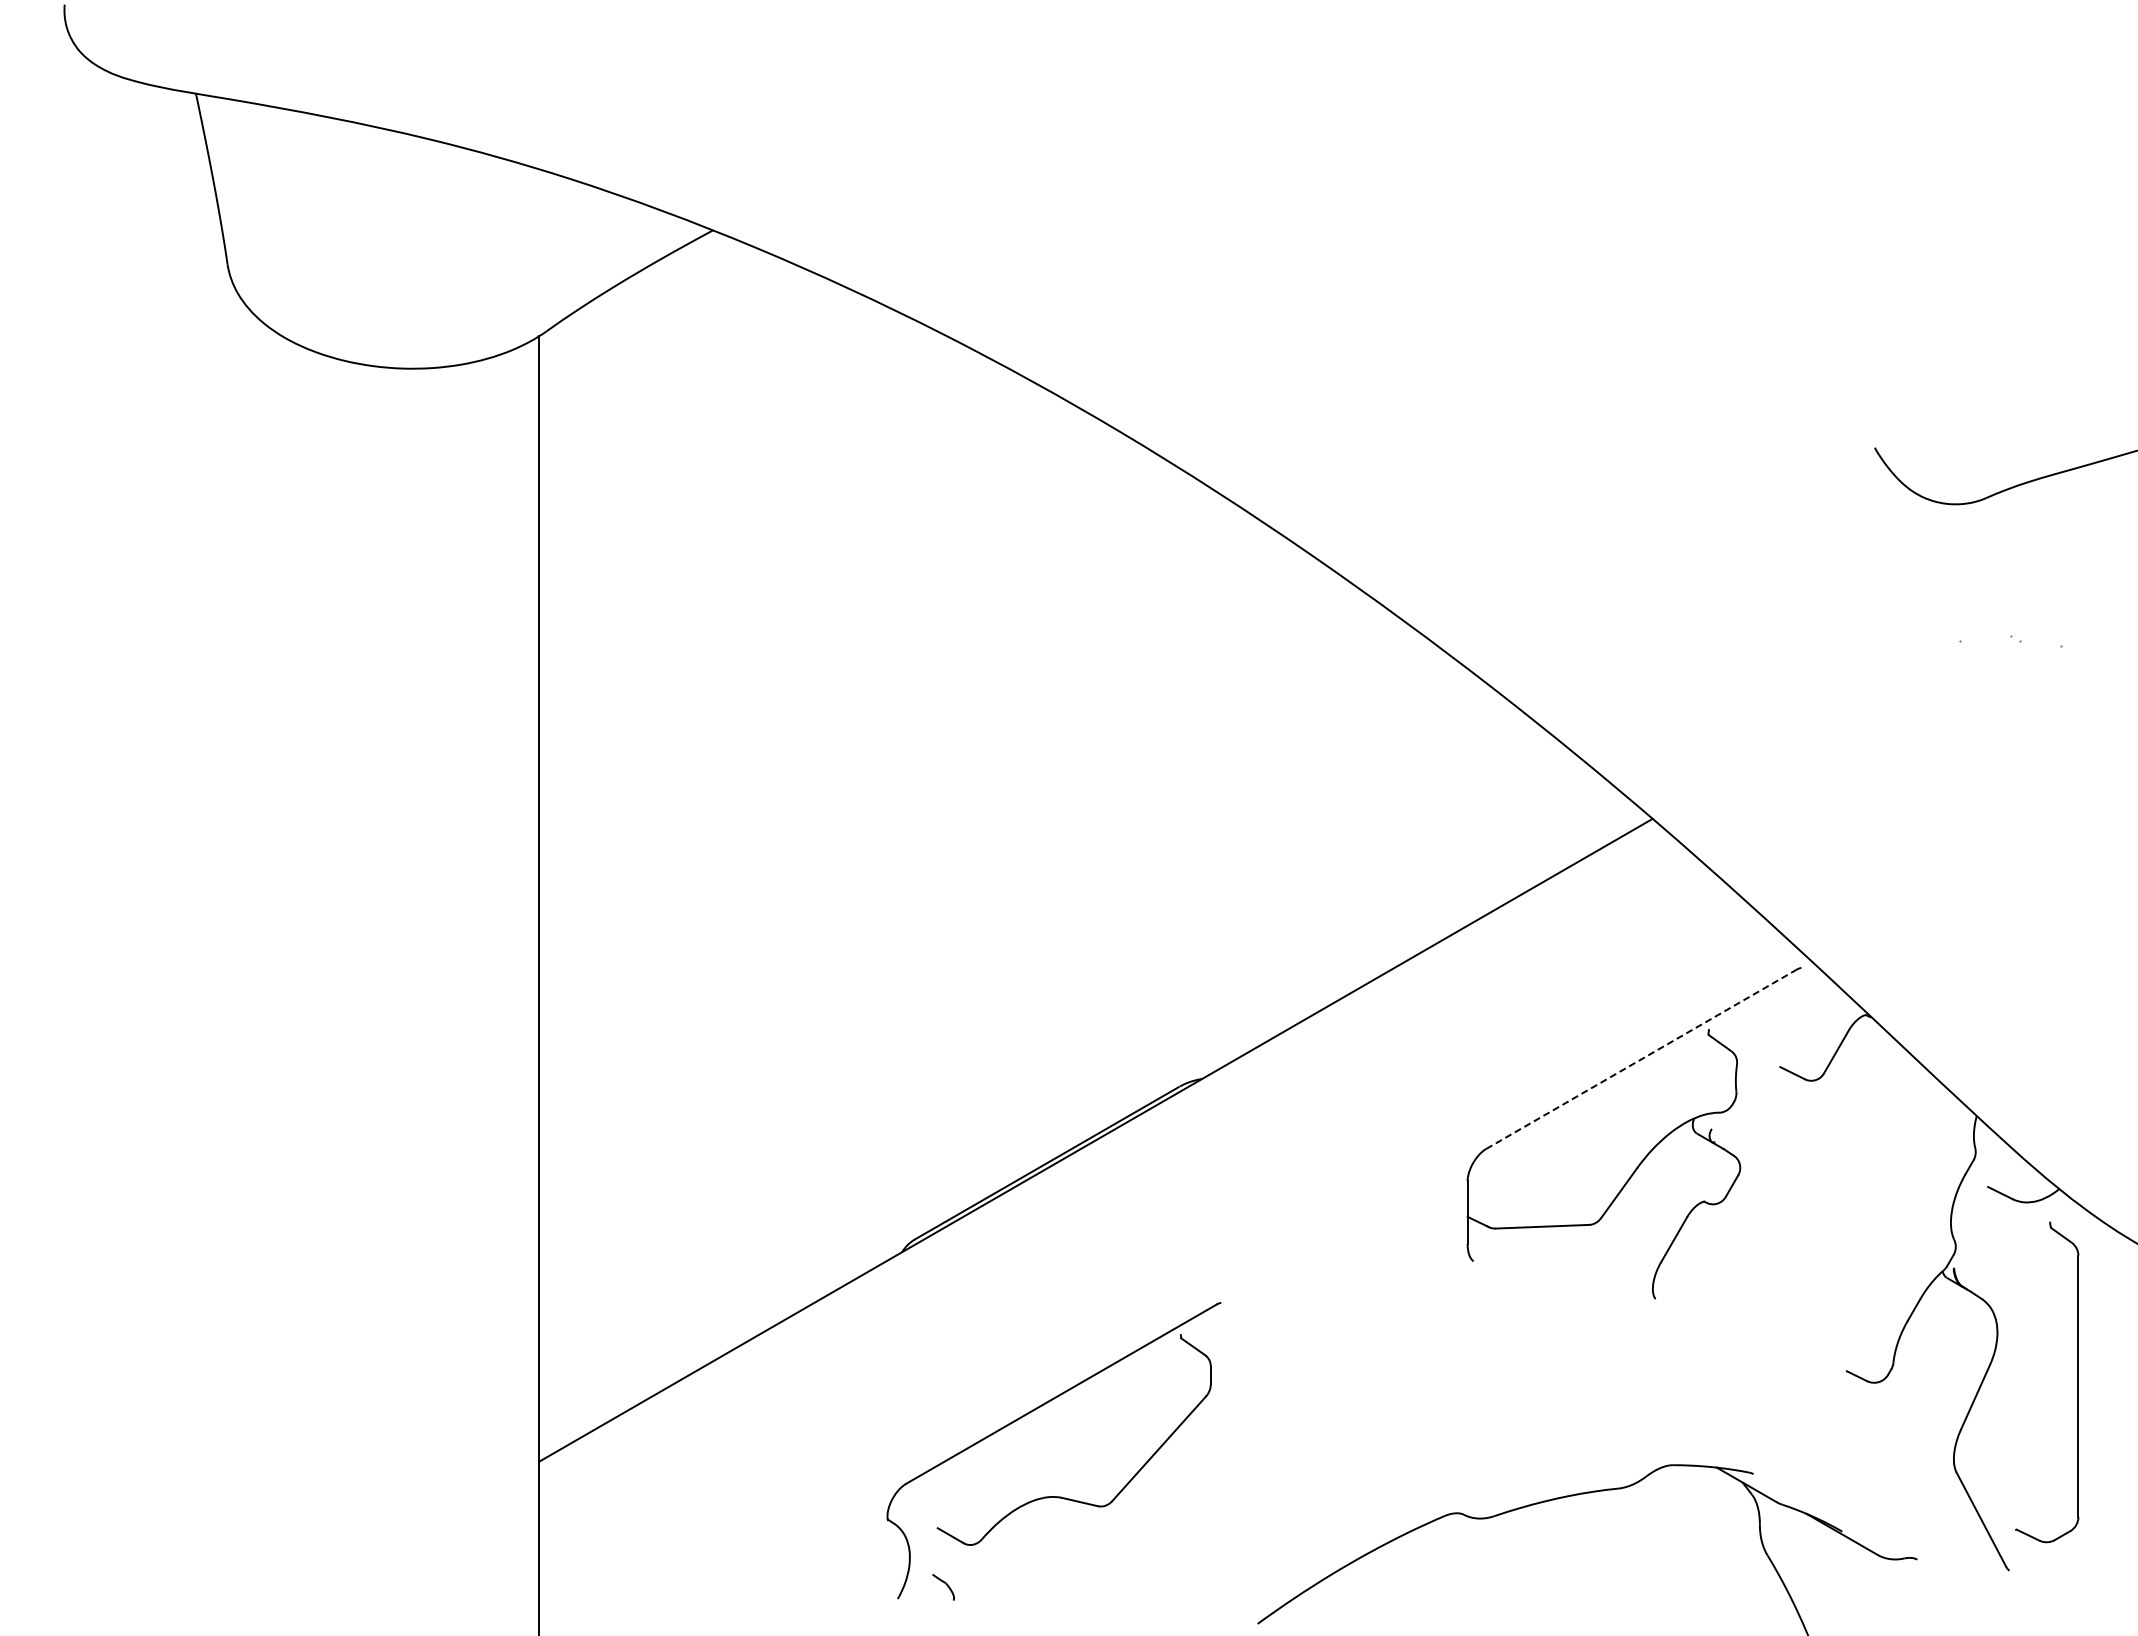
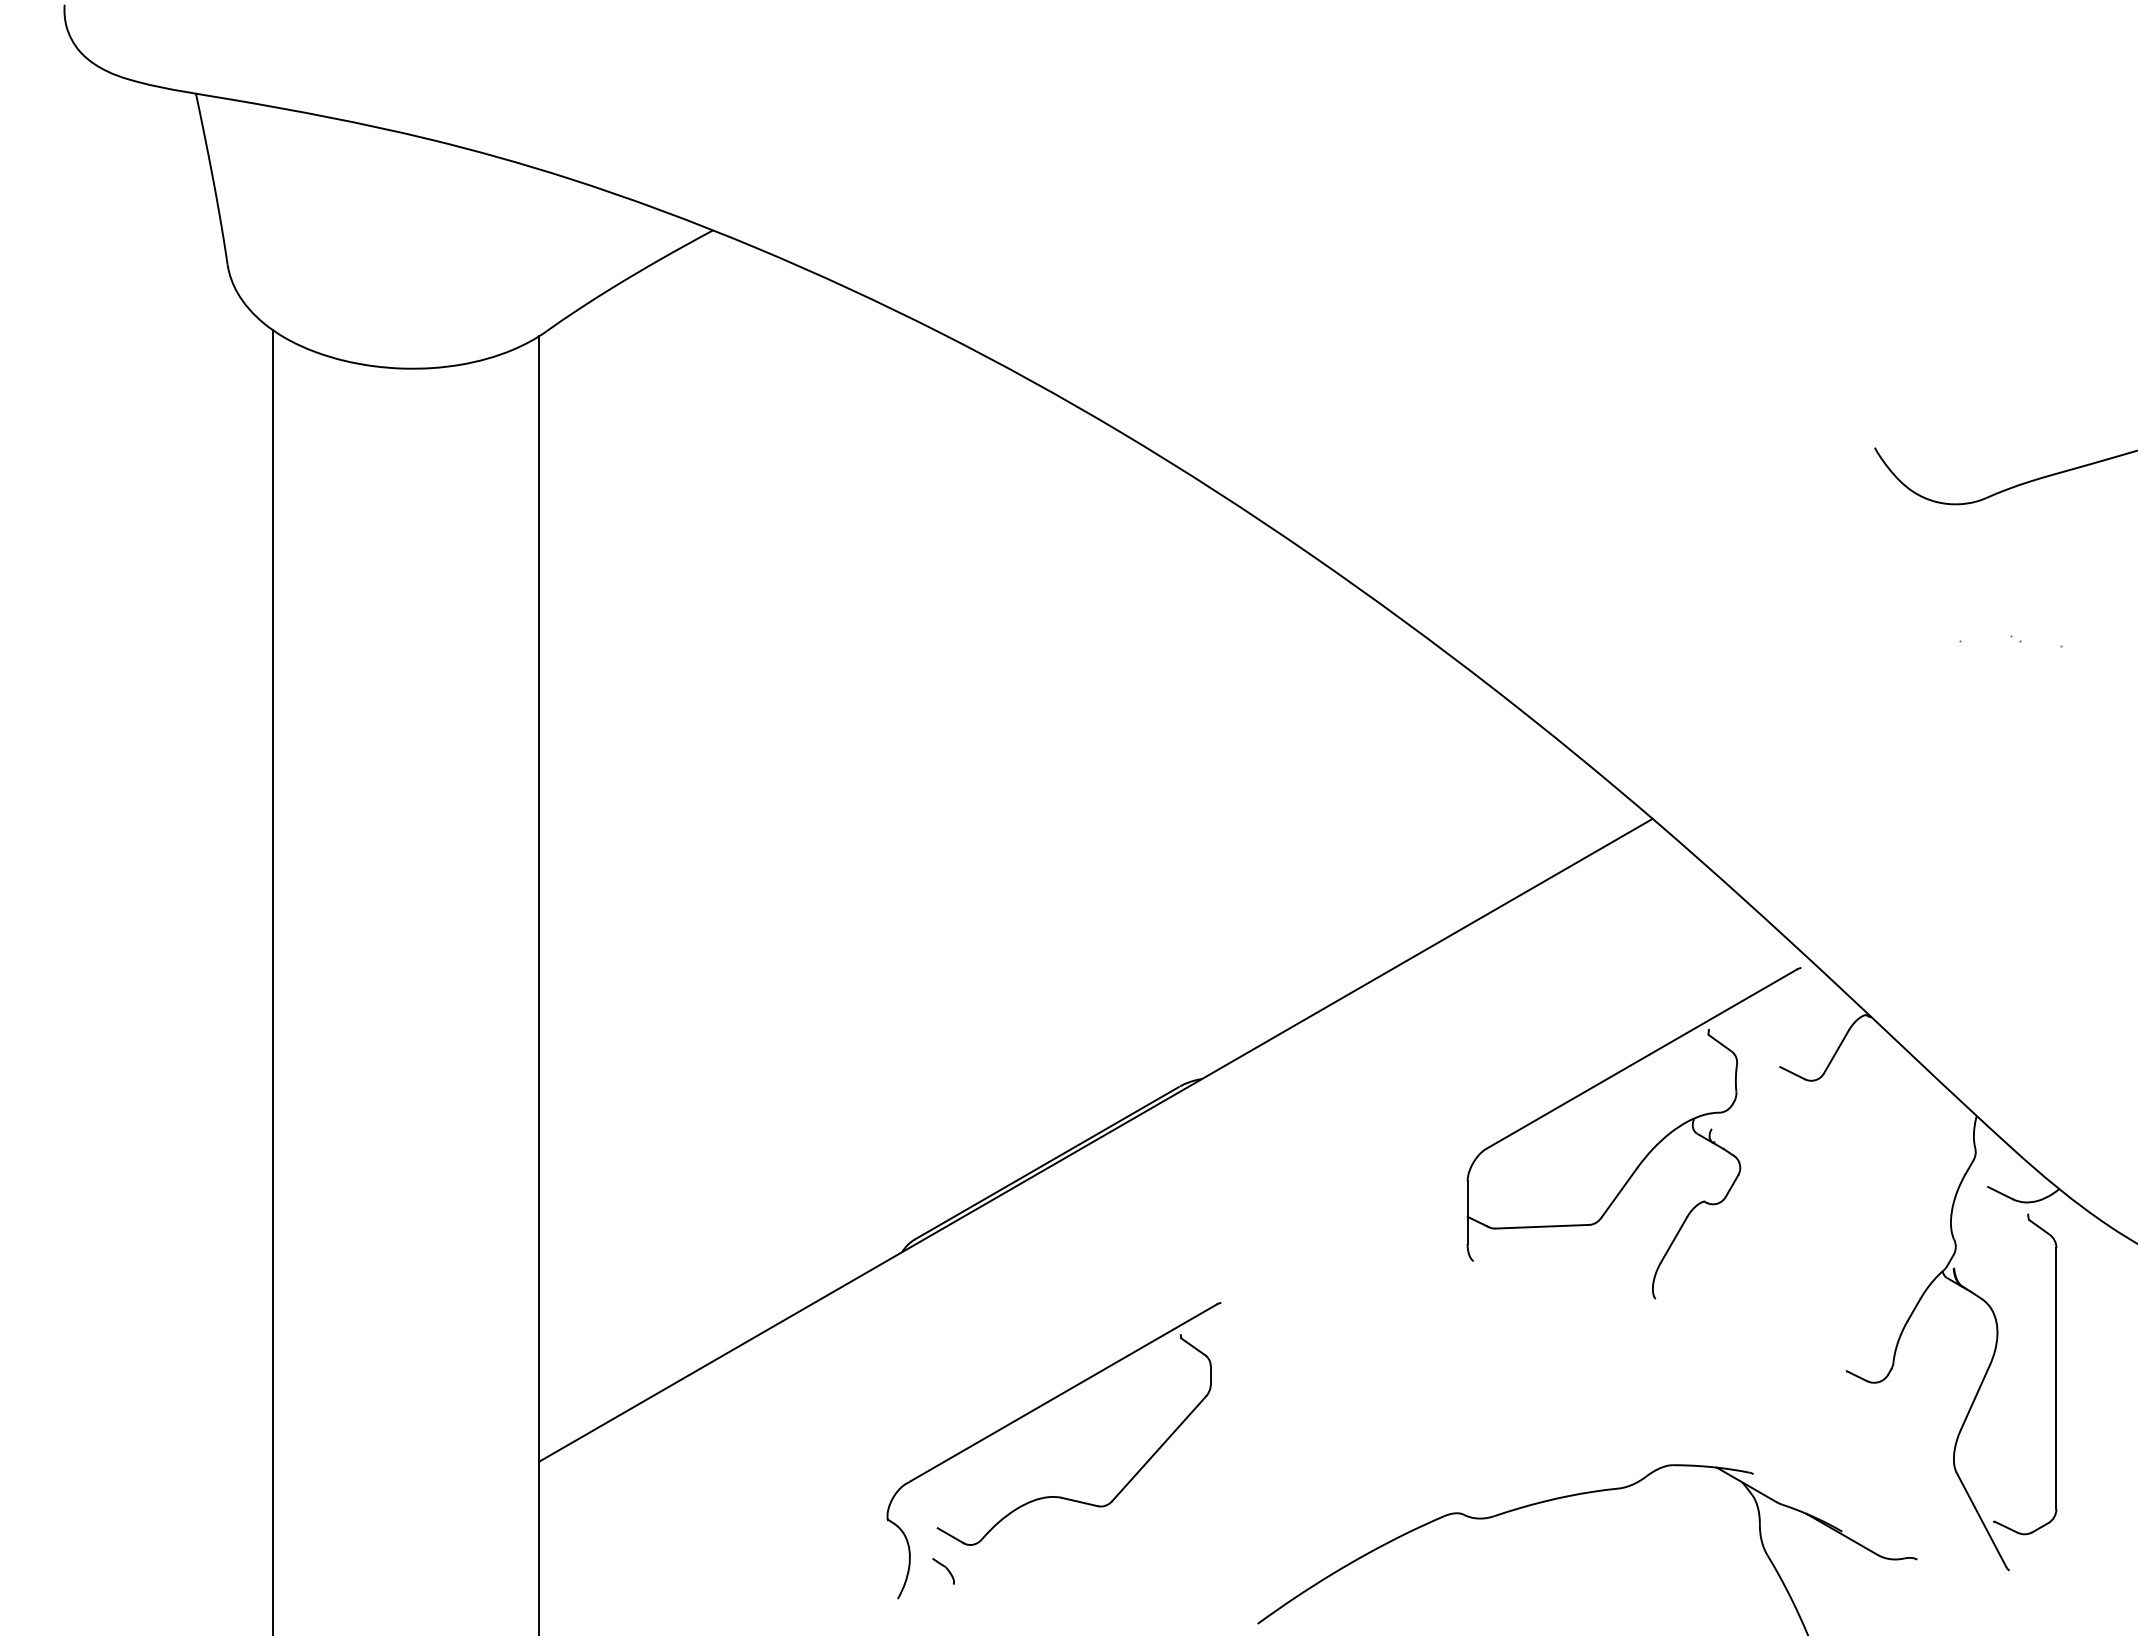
line at (273, 981): none -> present
line at (1641, 1059): dashed -> solid
part at (2077, 1382) position: (2077, 1382) -> (2055, 1374)
part at (943, 1587) position: (943, 1587) -> (943, 1571)
